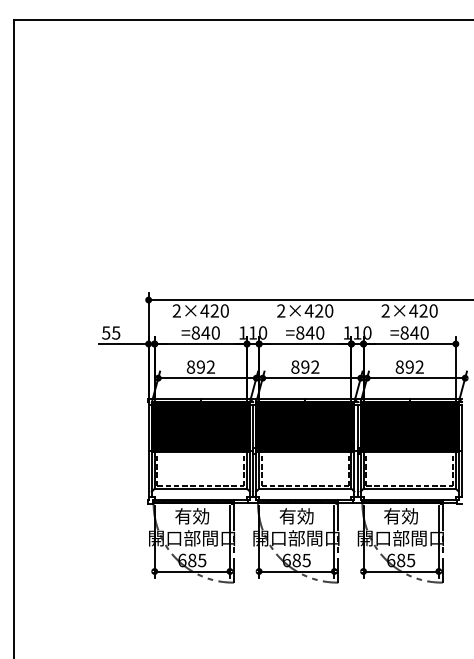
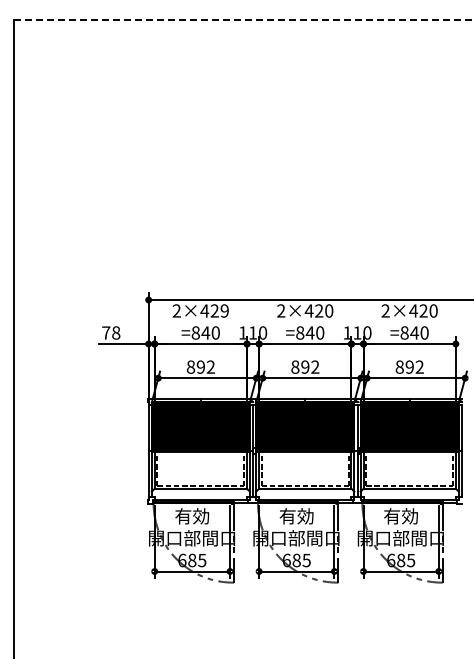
line at (243, 19): solid -> dashed
text at (224, 310): 2×420 -> 2×429
text at (111, 332): 55 -> 78
